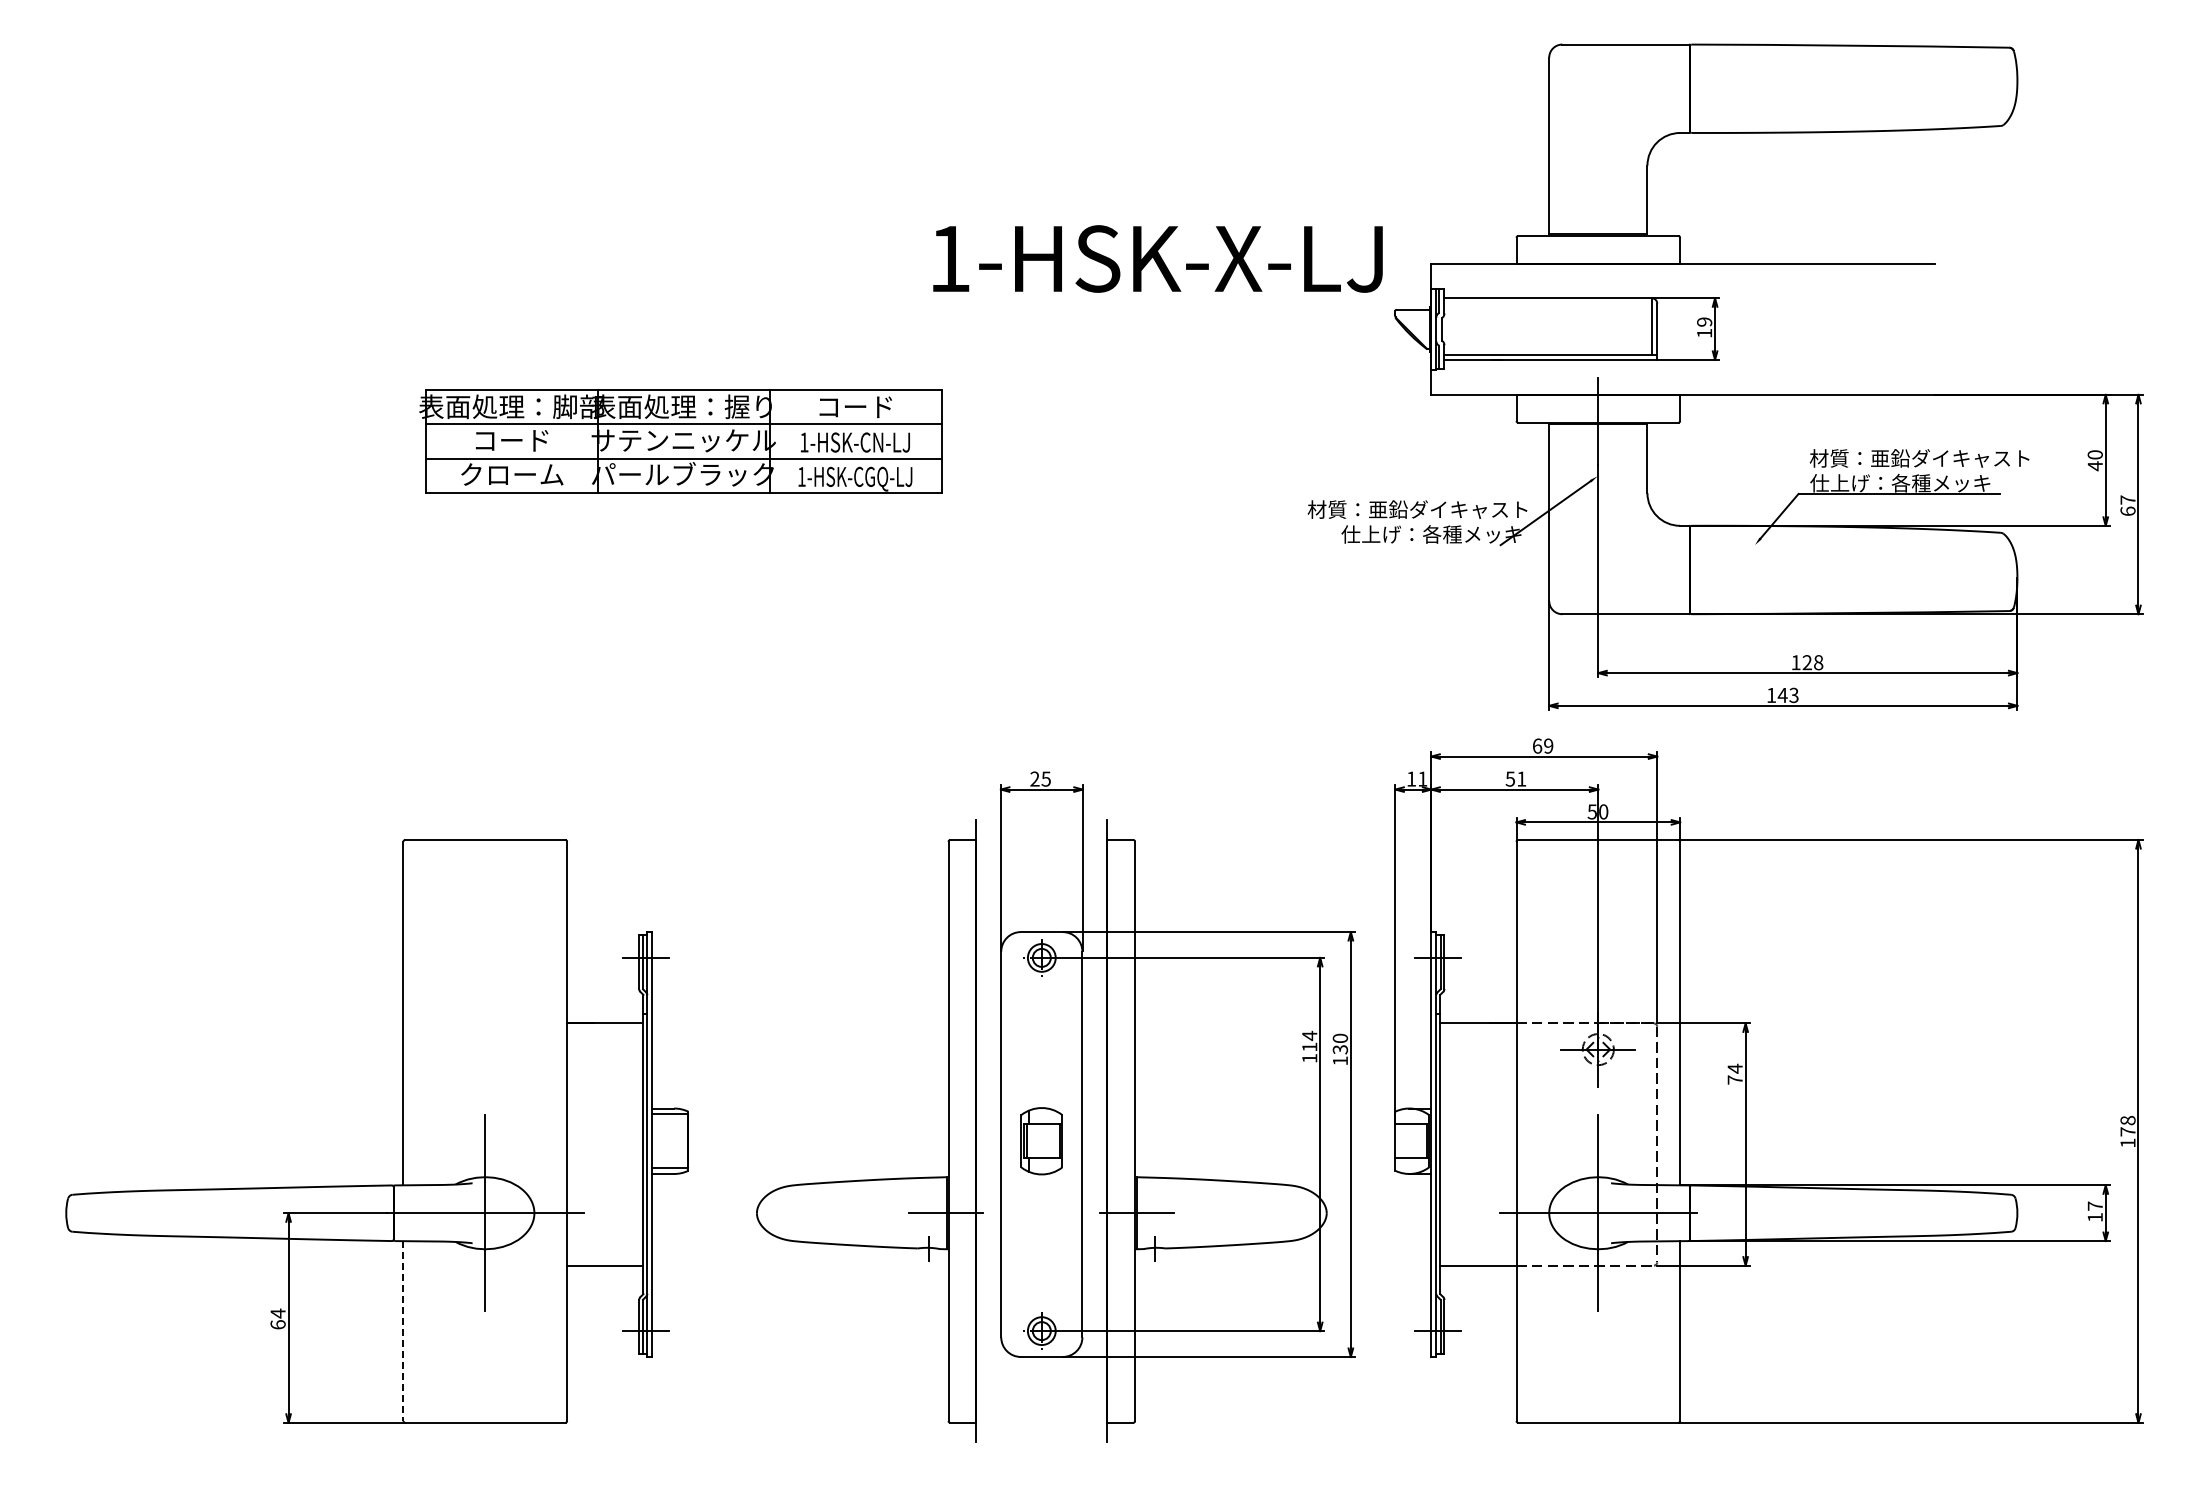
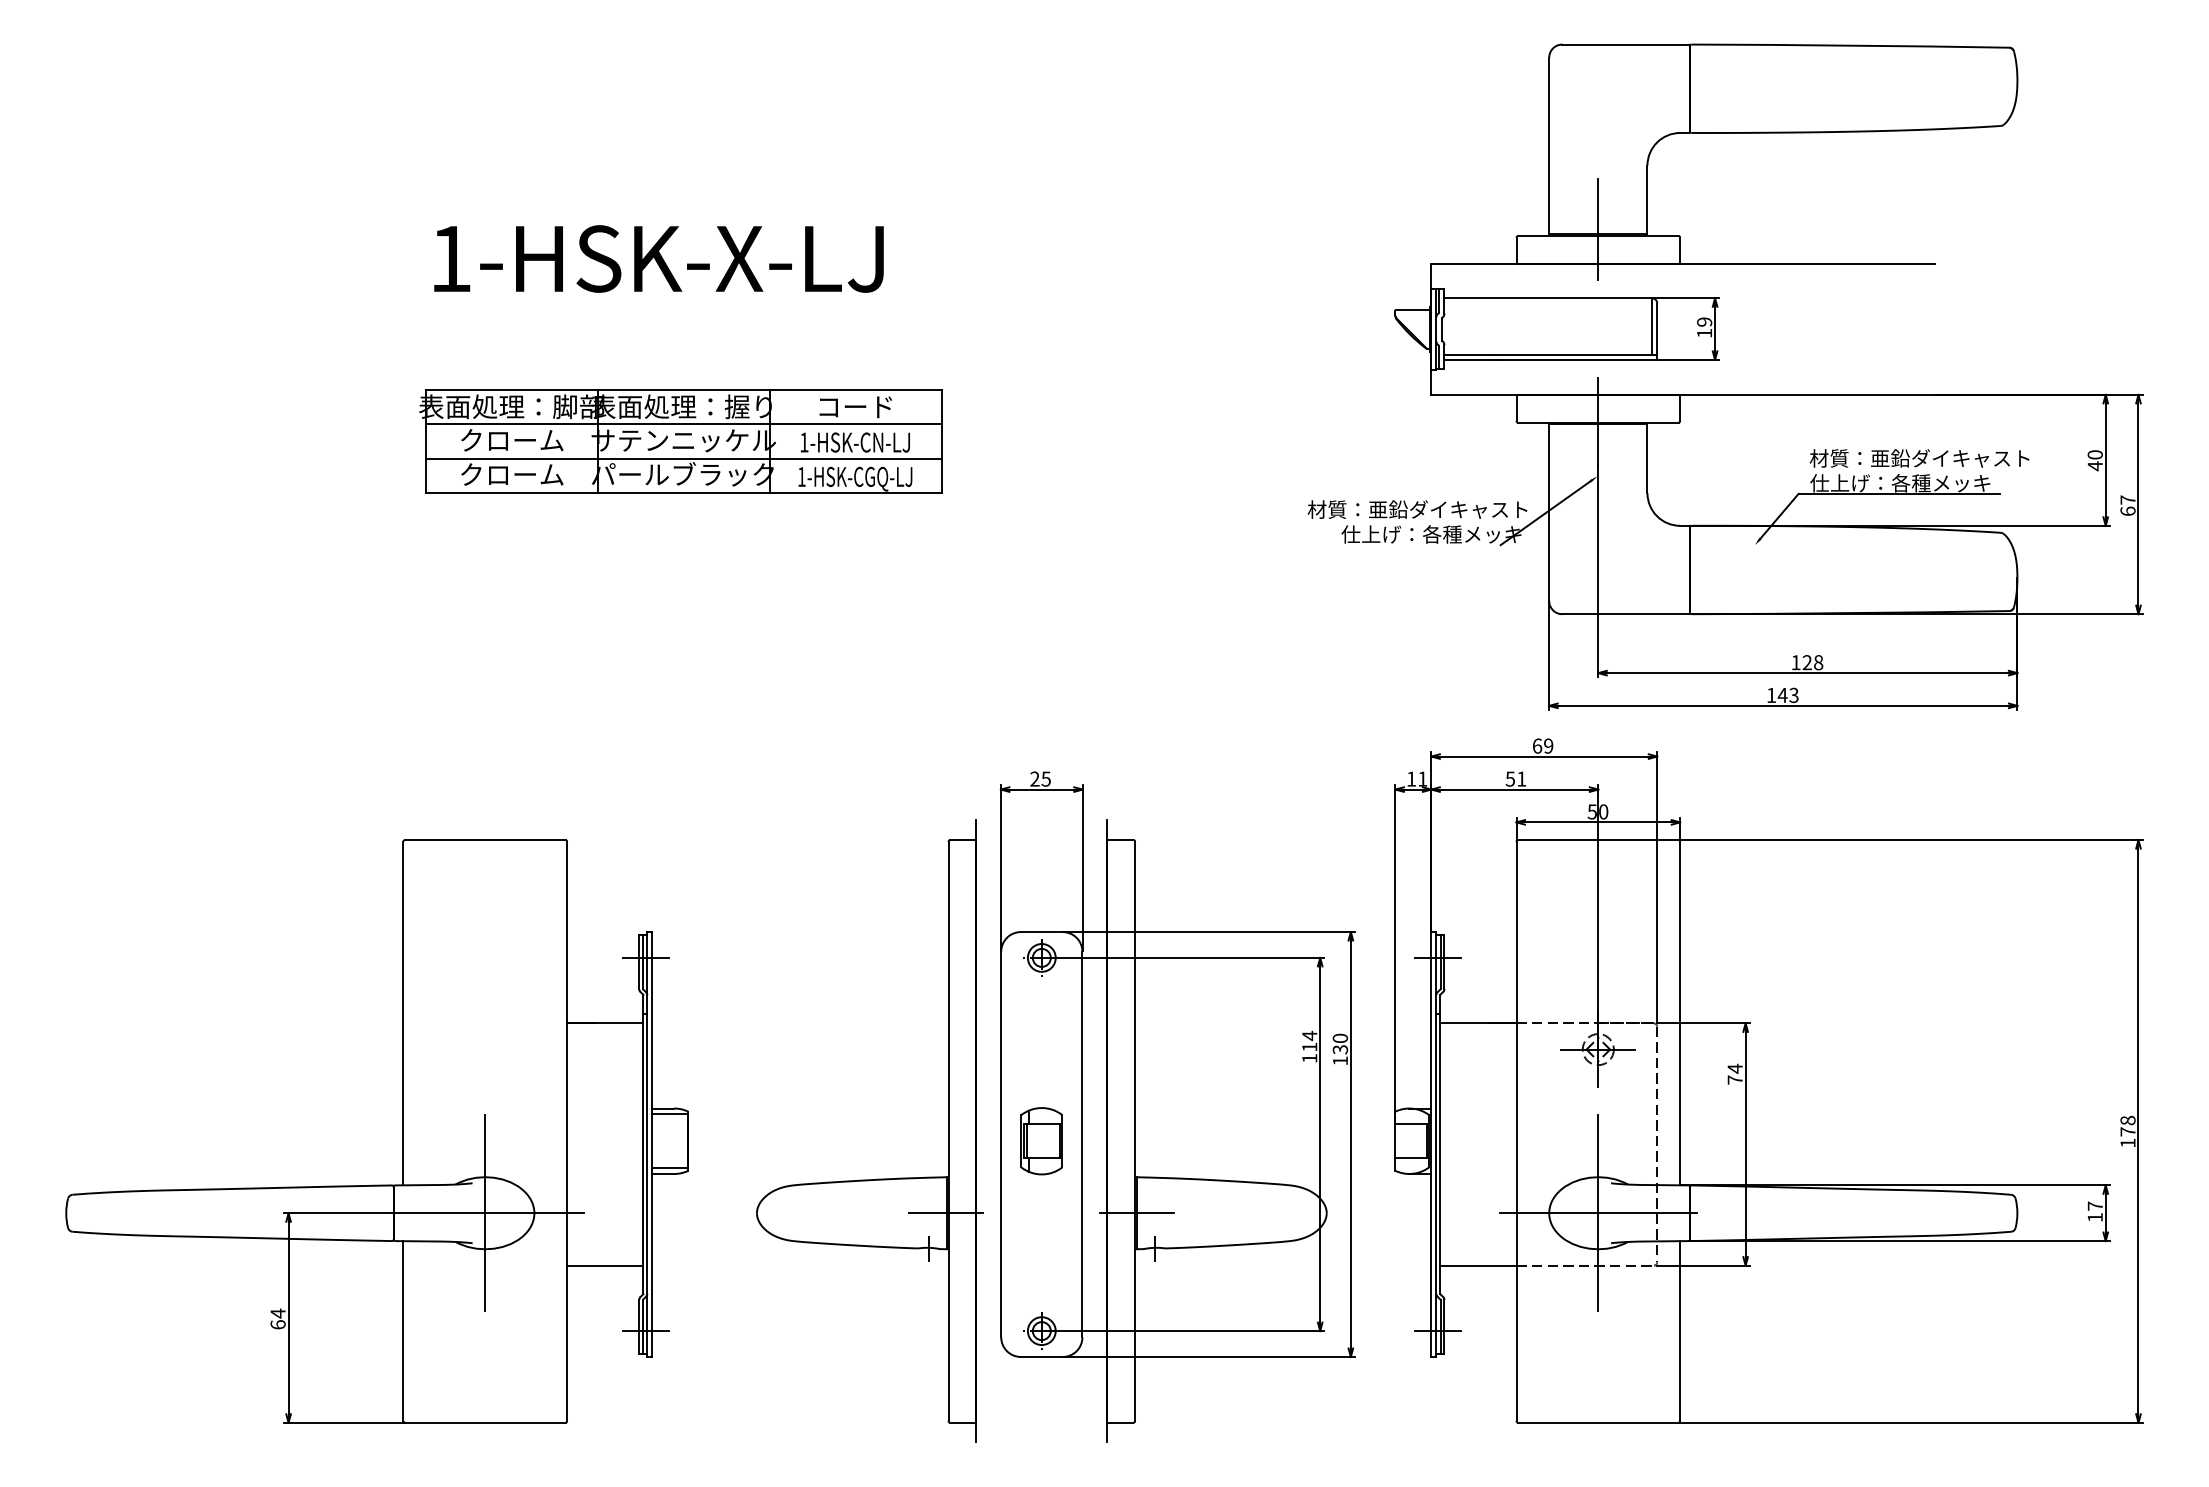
line at (1598, 229): none -> present
text at (1157, 258) position: (1157, 258) -> (658, 258)
text at (512, 440): コード -> クローム
line at (403, 1331): dashed -> solid
